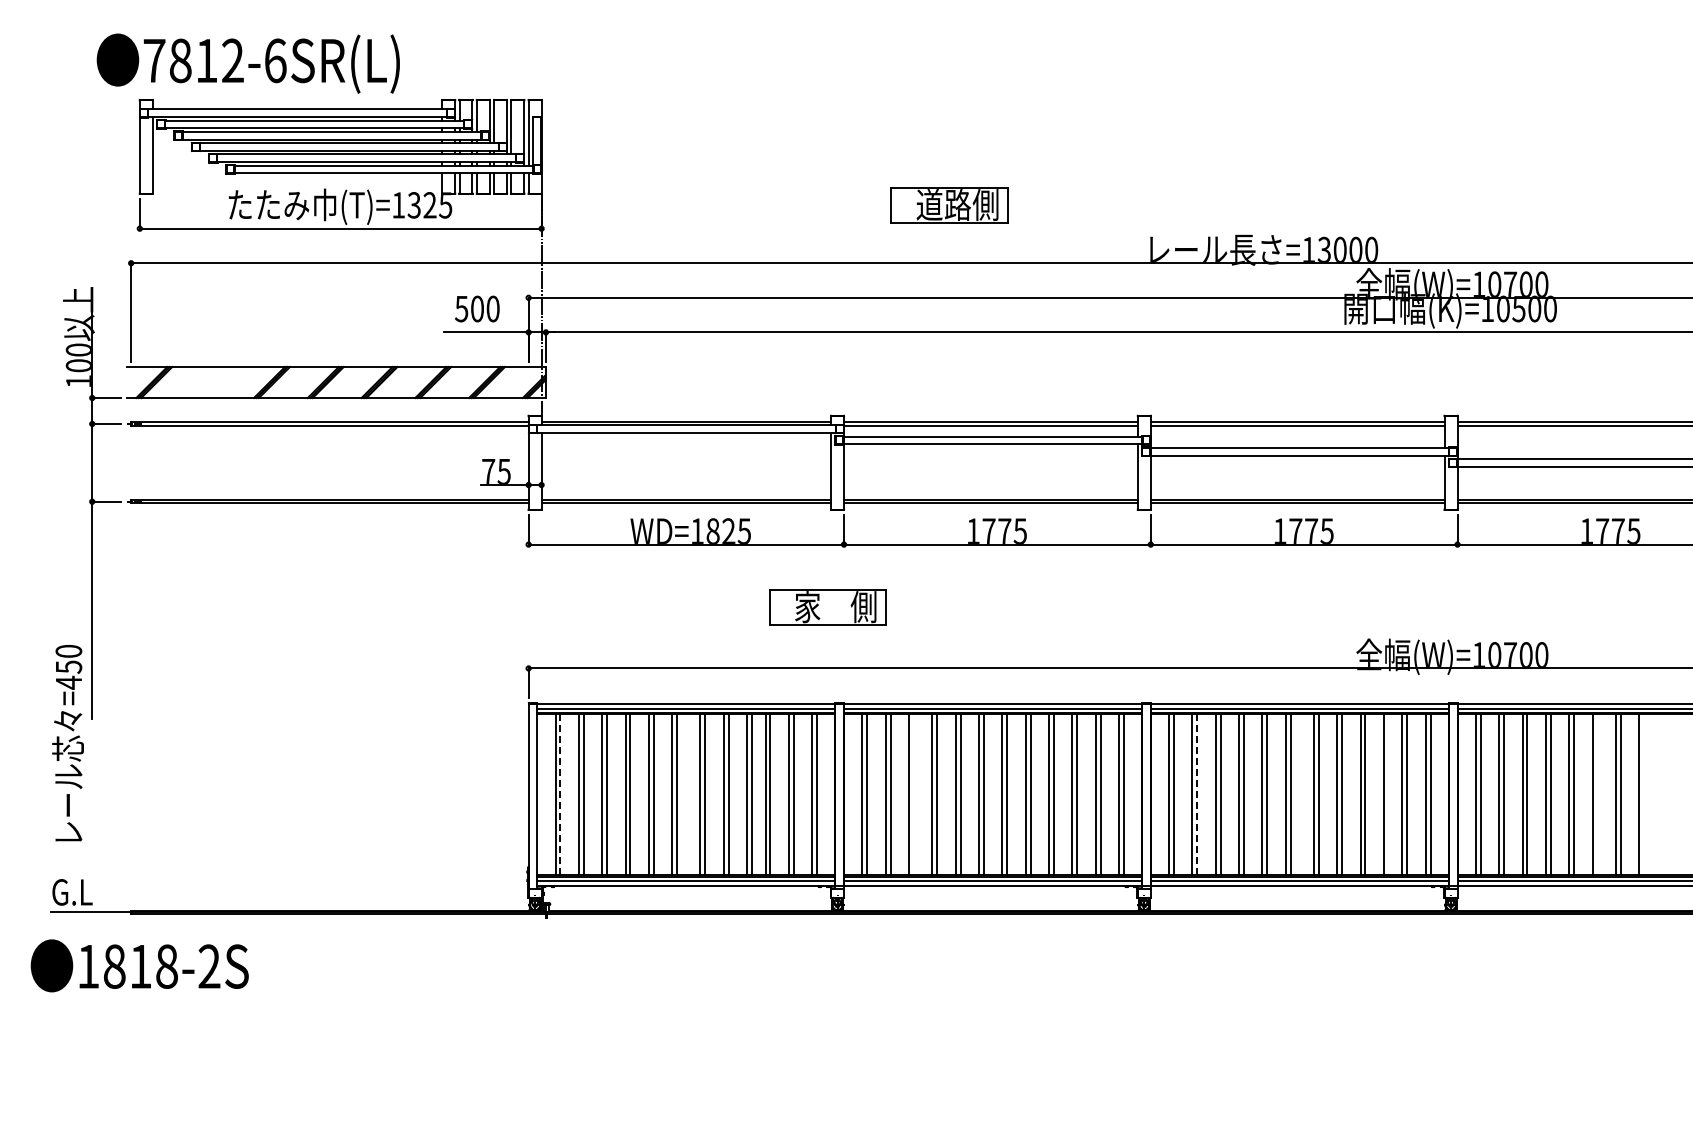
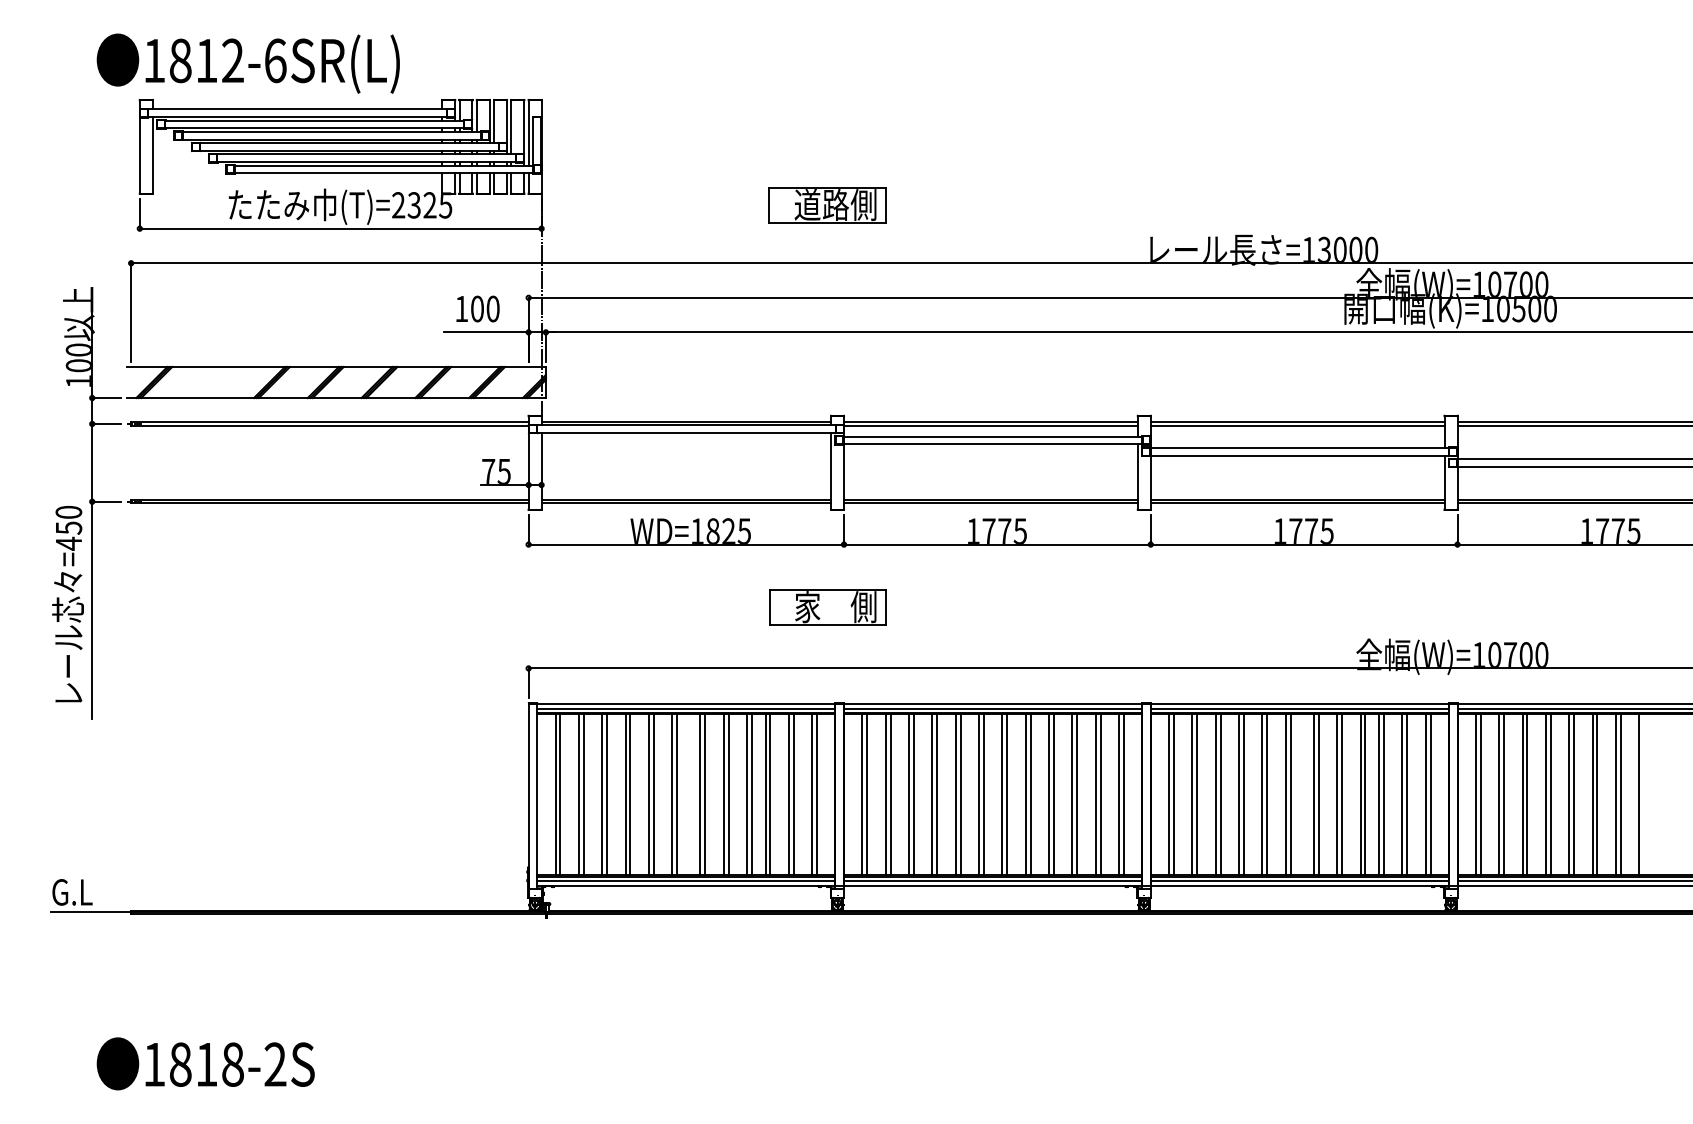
text at (154, 60): 7812-6SR(L) -> 1812-6SR(L)
text at (398, 205): (T)=1325 -> (T)=2325
part at (949, 205) position: (949, 205) -> (827, 205)
text at (461, 309): 500 -> 100
text at (67, 743) position: (67, 743) -> (67, 604)
line at (560, 794): dashed -> solid
line at (913, 794): none -> present
line at (1197, 794): dashed -> solid
line at (1379, 794): none -> present
line at (1597, 794): none -> present
text at (139, 965) position: (139, 965) -> (205, 1063)
